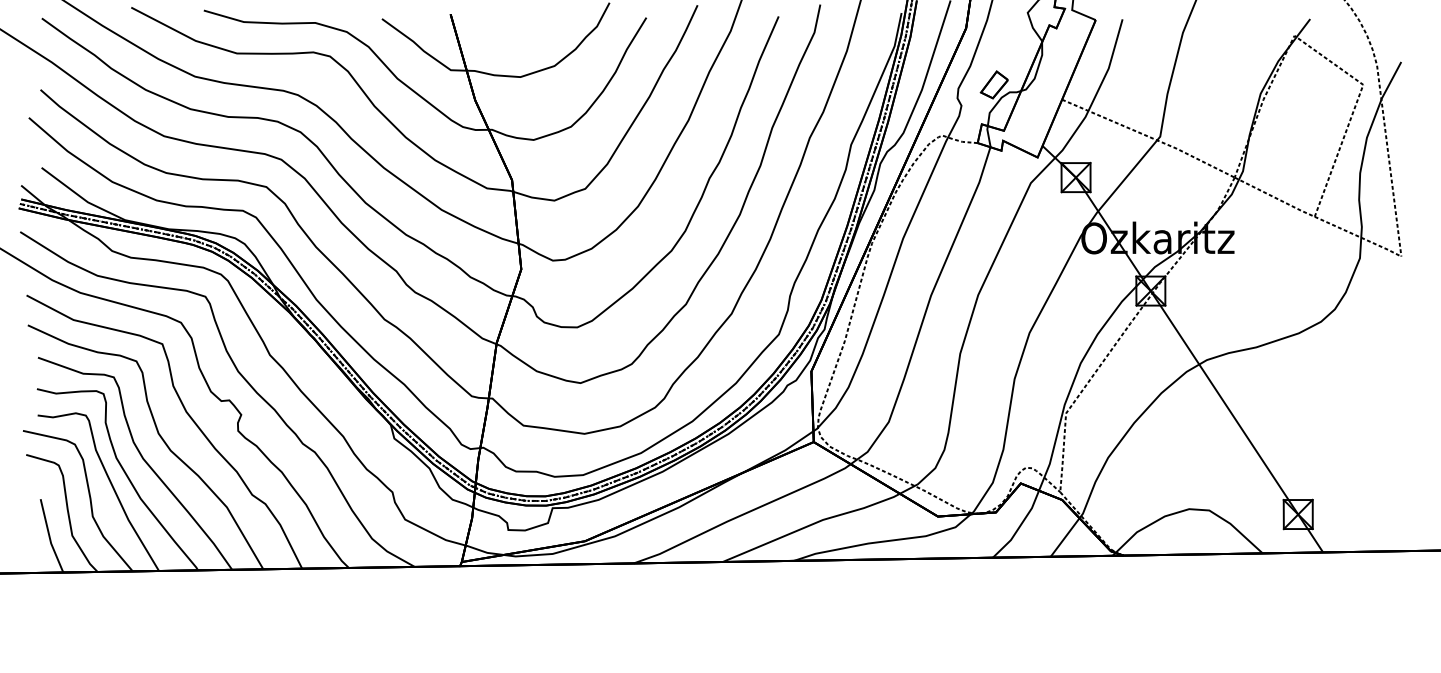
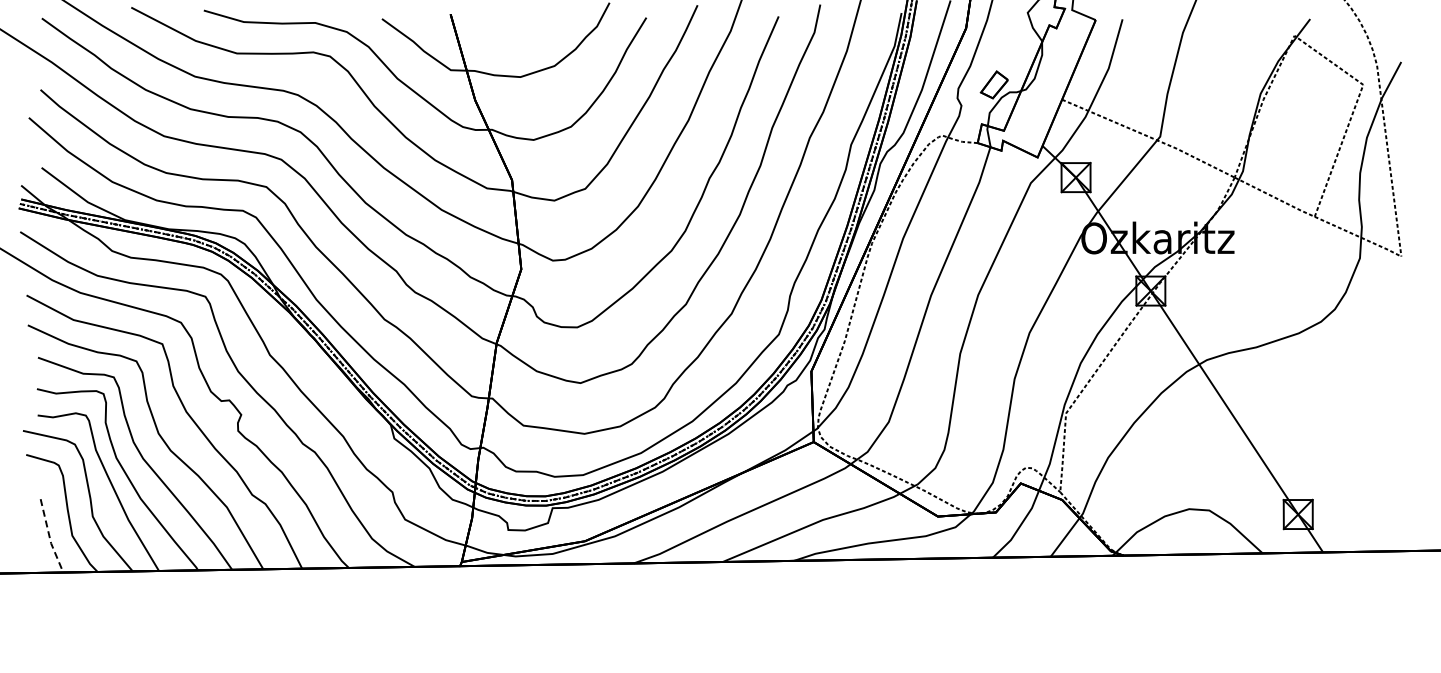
line at (50, 538): solid -> dashed
